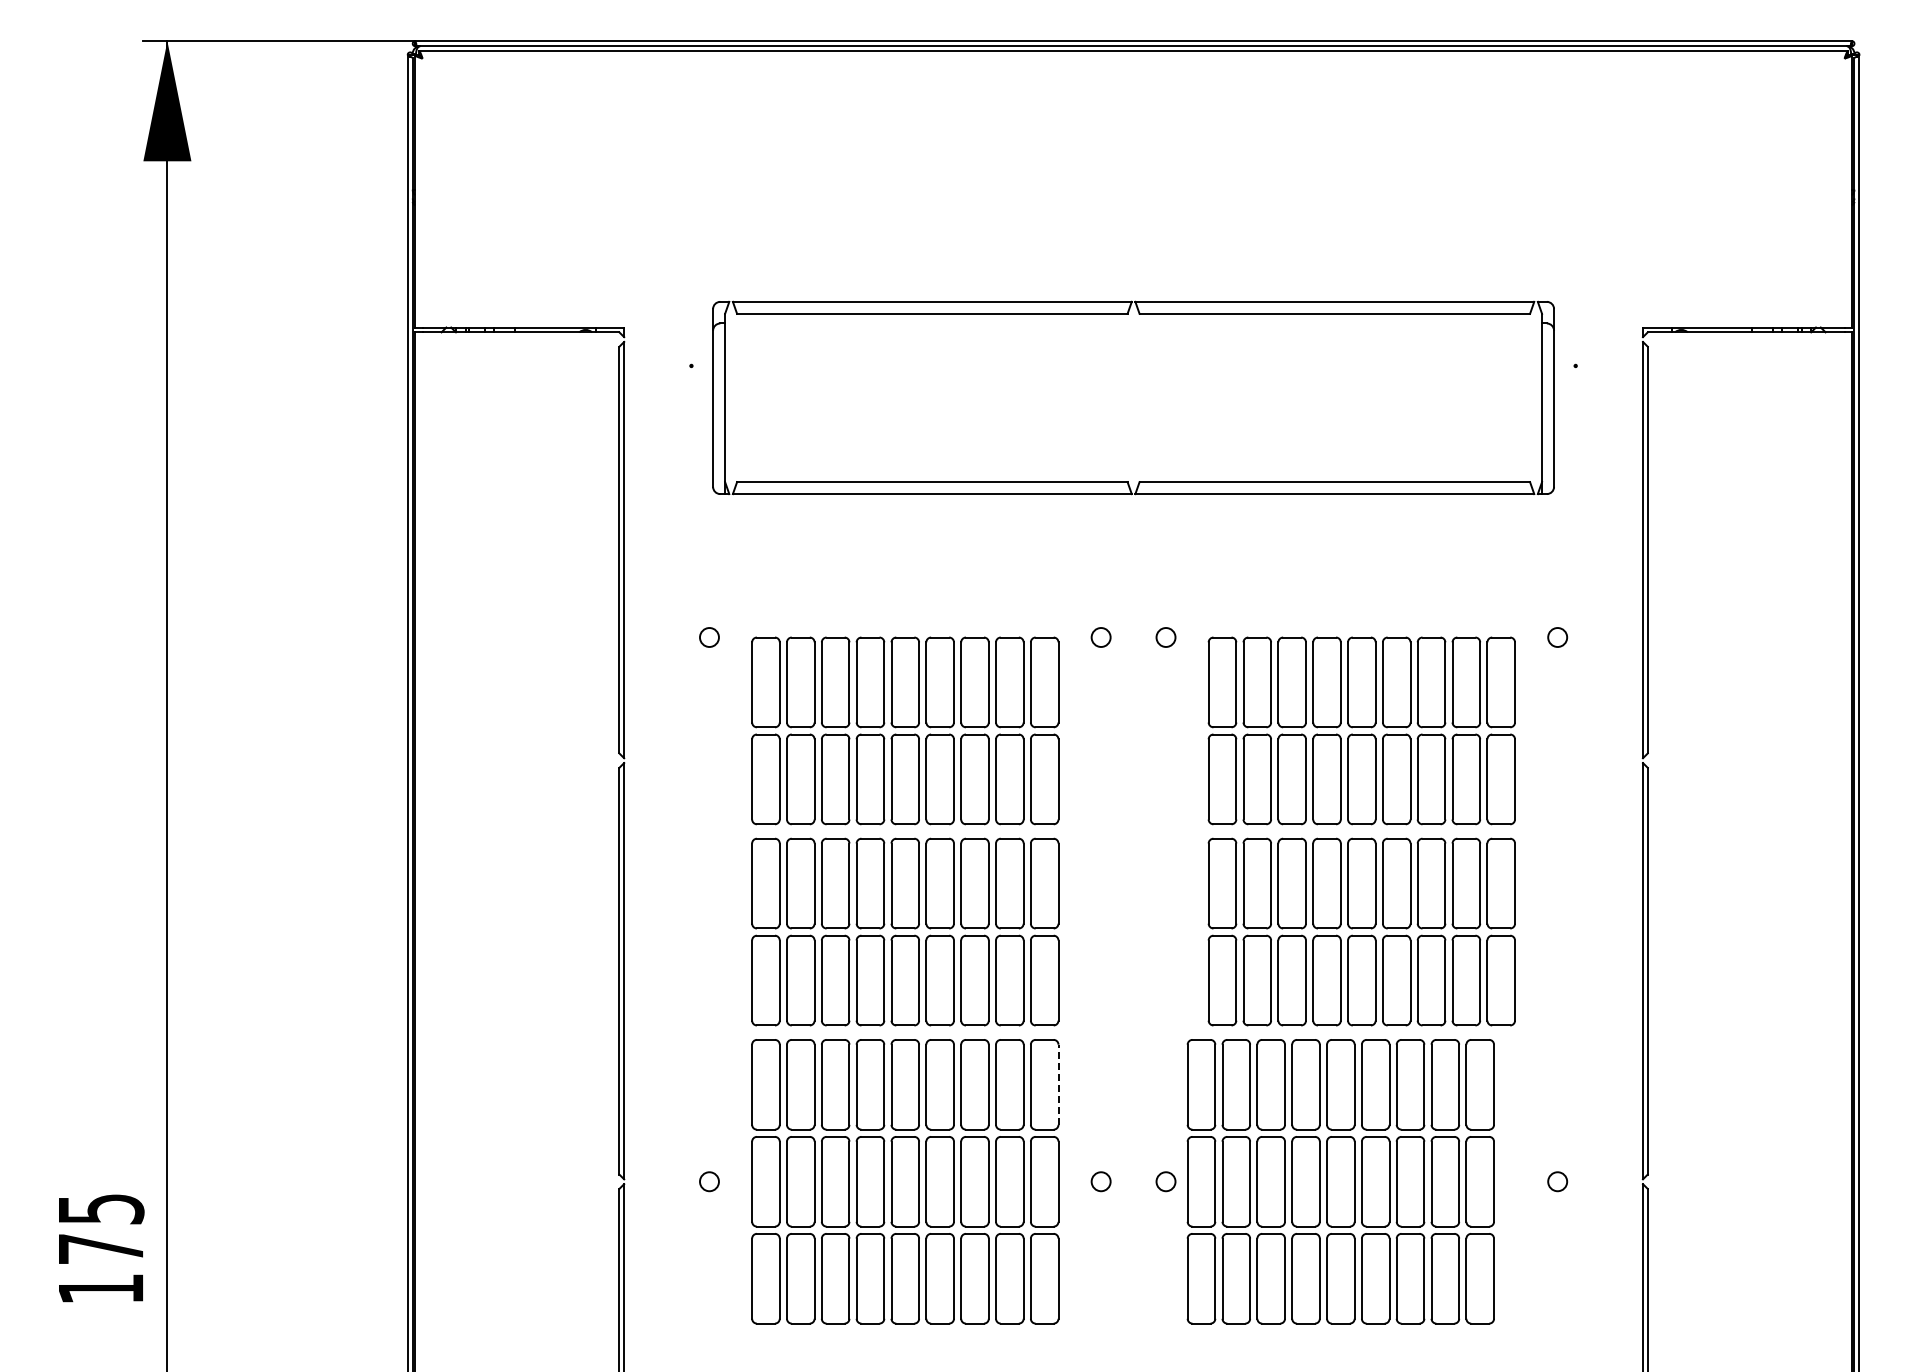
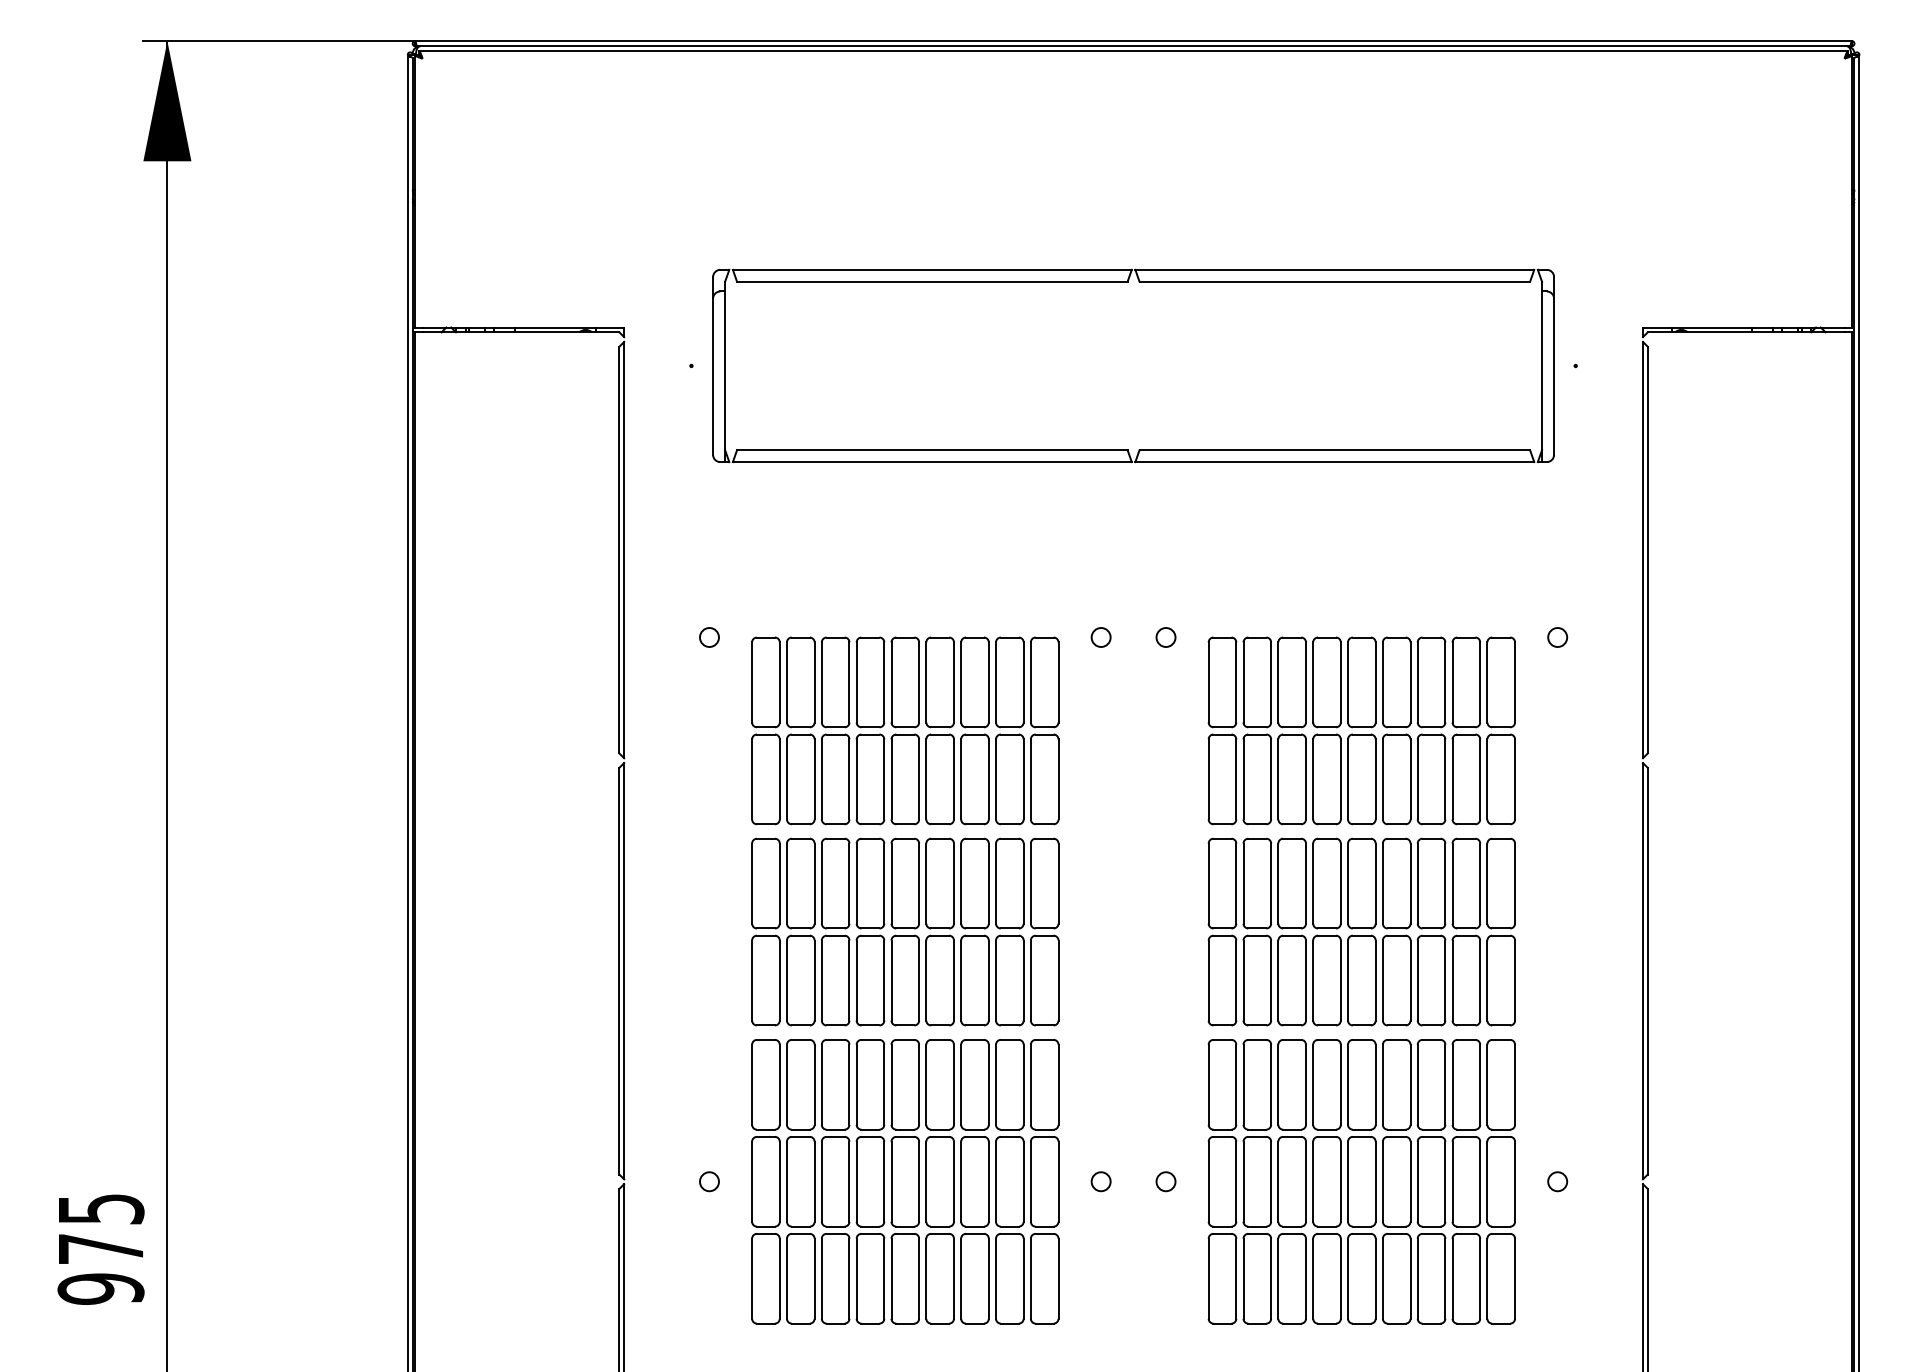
part at (1128, 314) position: (1128, 314) -> (1128, 282)
line at (1058, 1084): dashed -> solid
part at (1340, 1181) position: (1340, 1181) -> (1361, 1181)
text at (100, 1288): 175 -> 975
